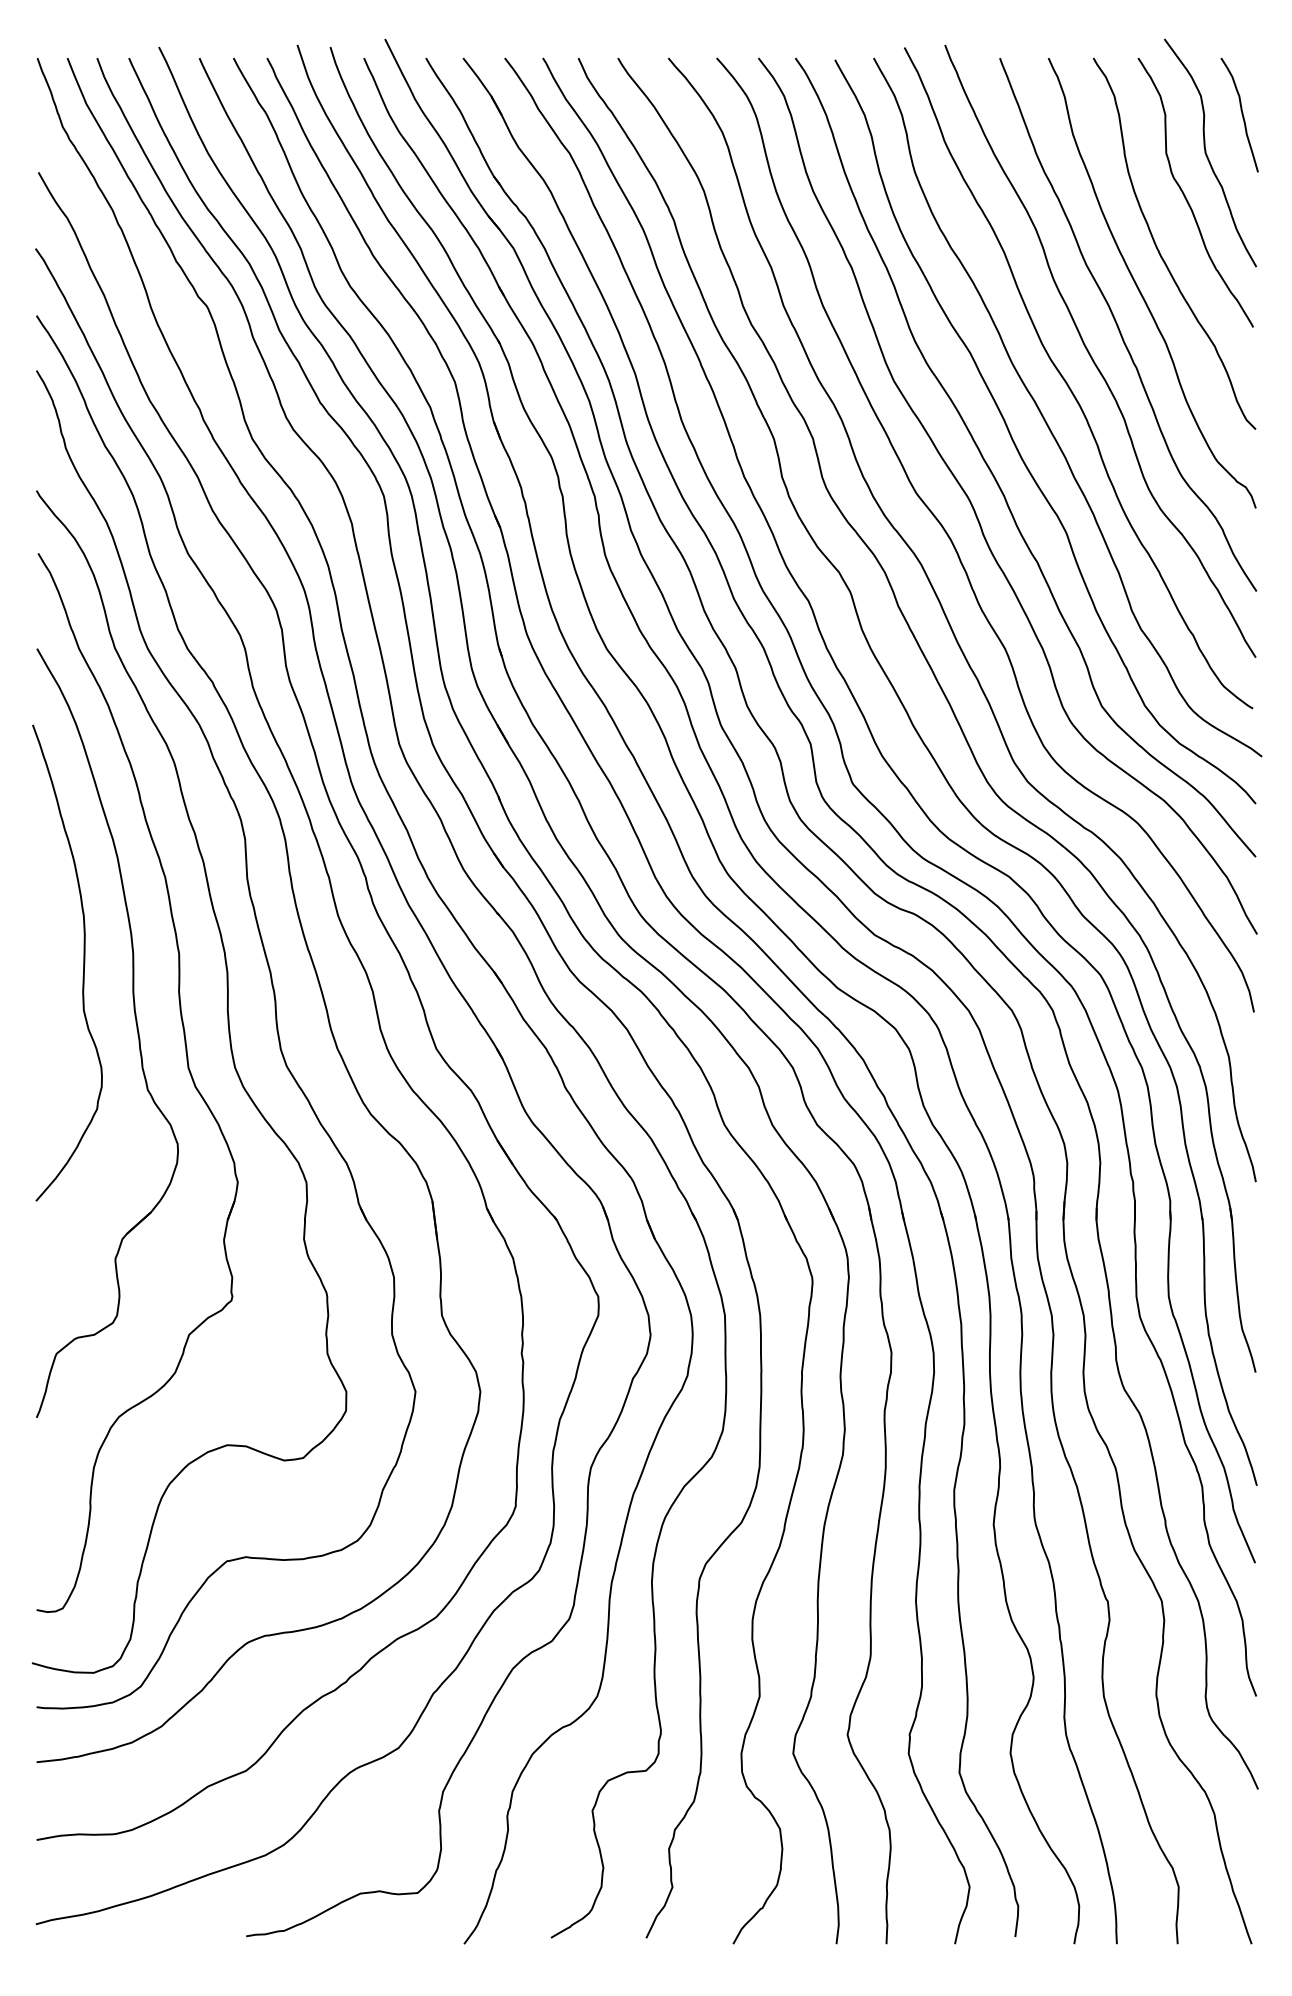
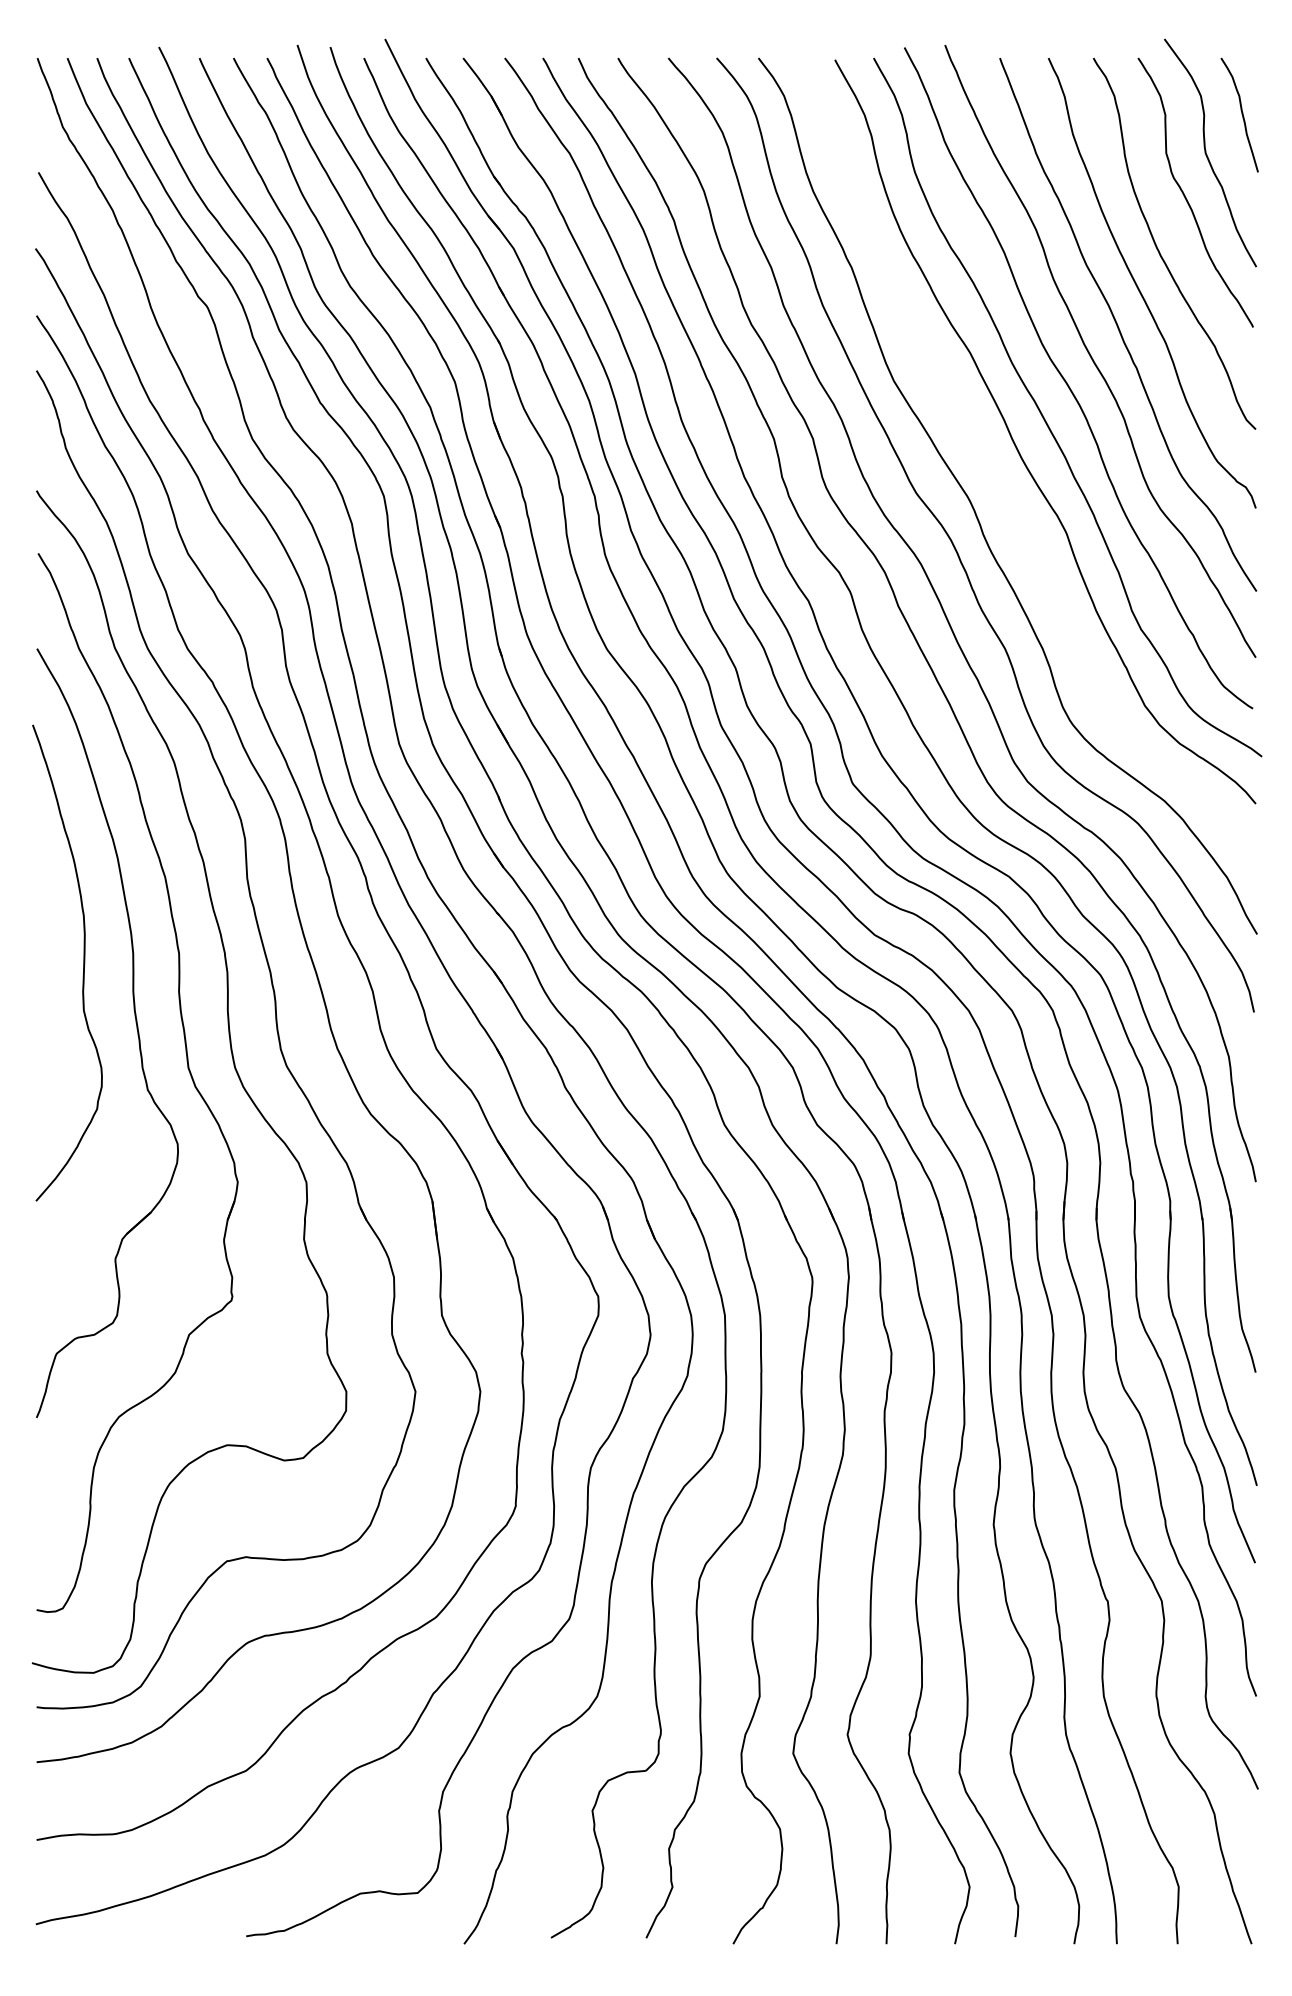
curve at (993, 473): present -> none
